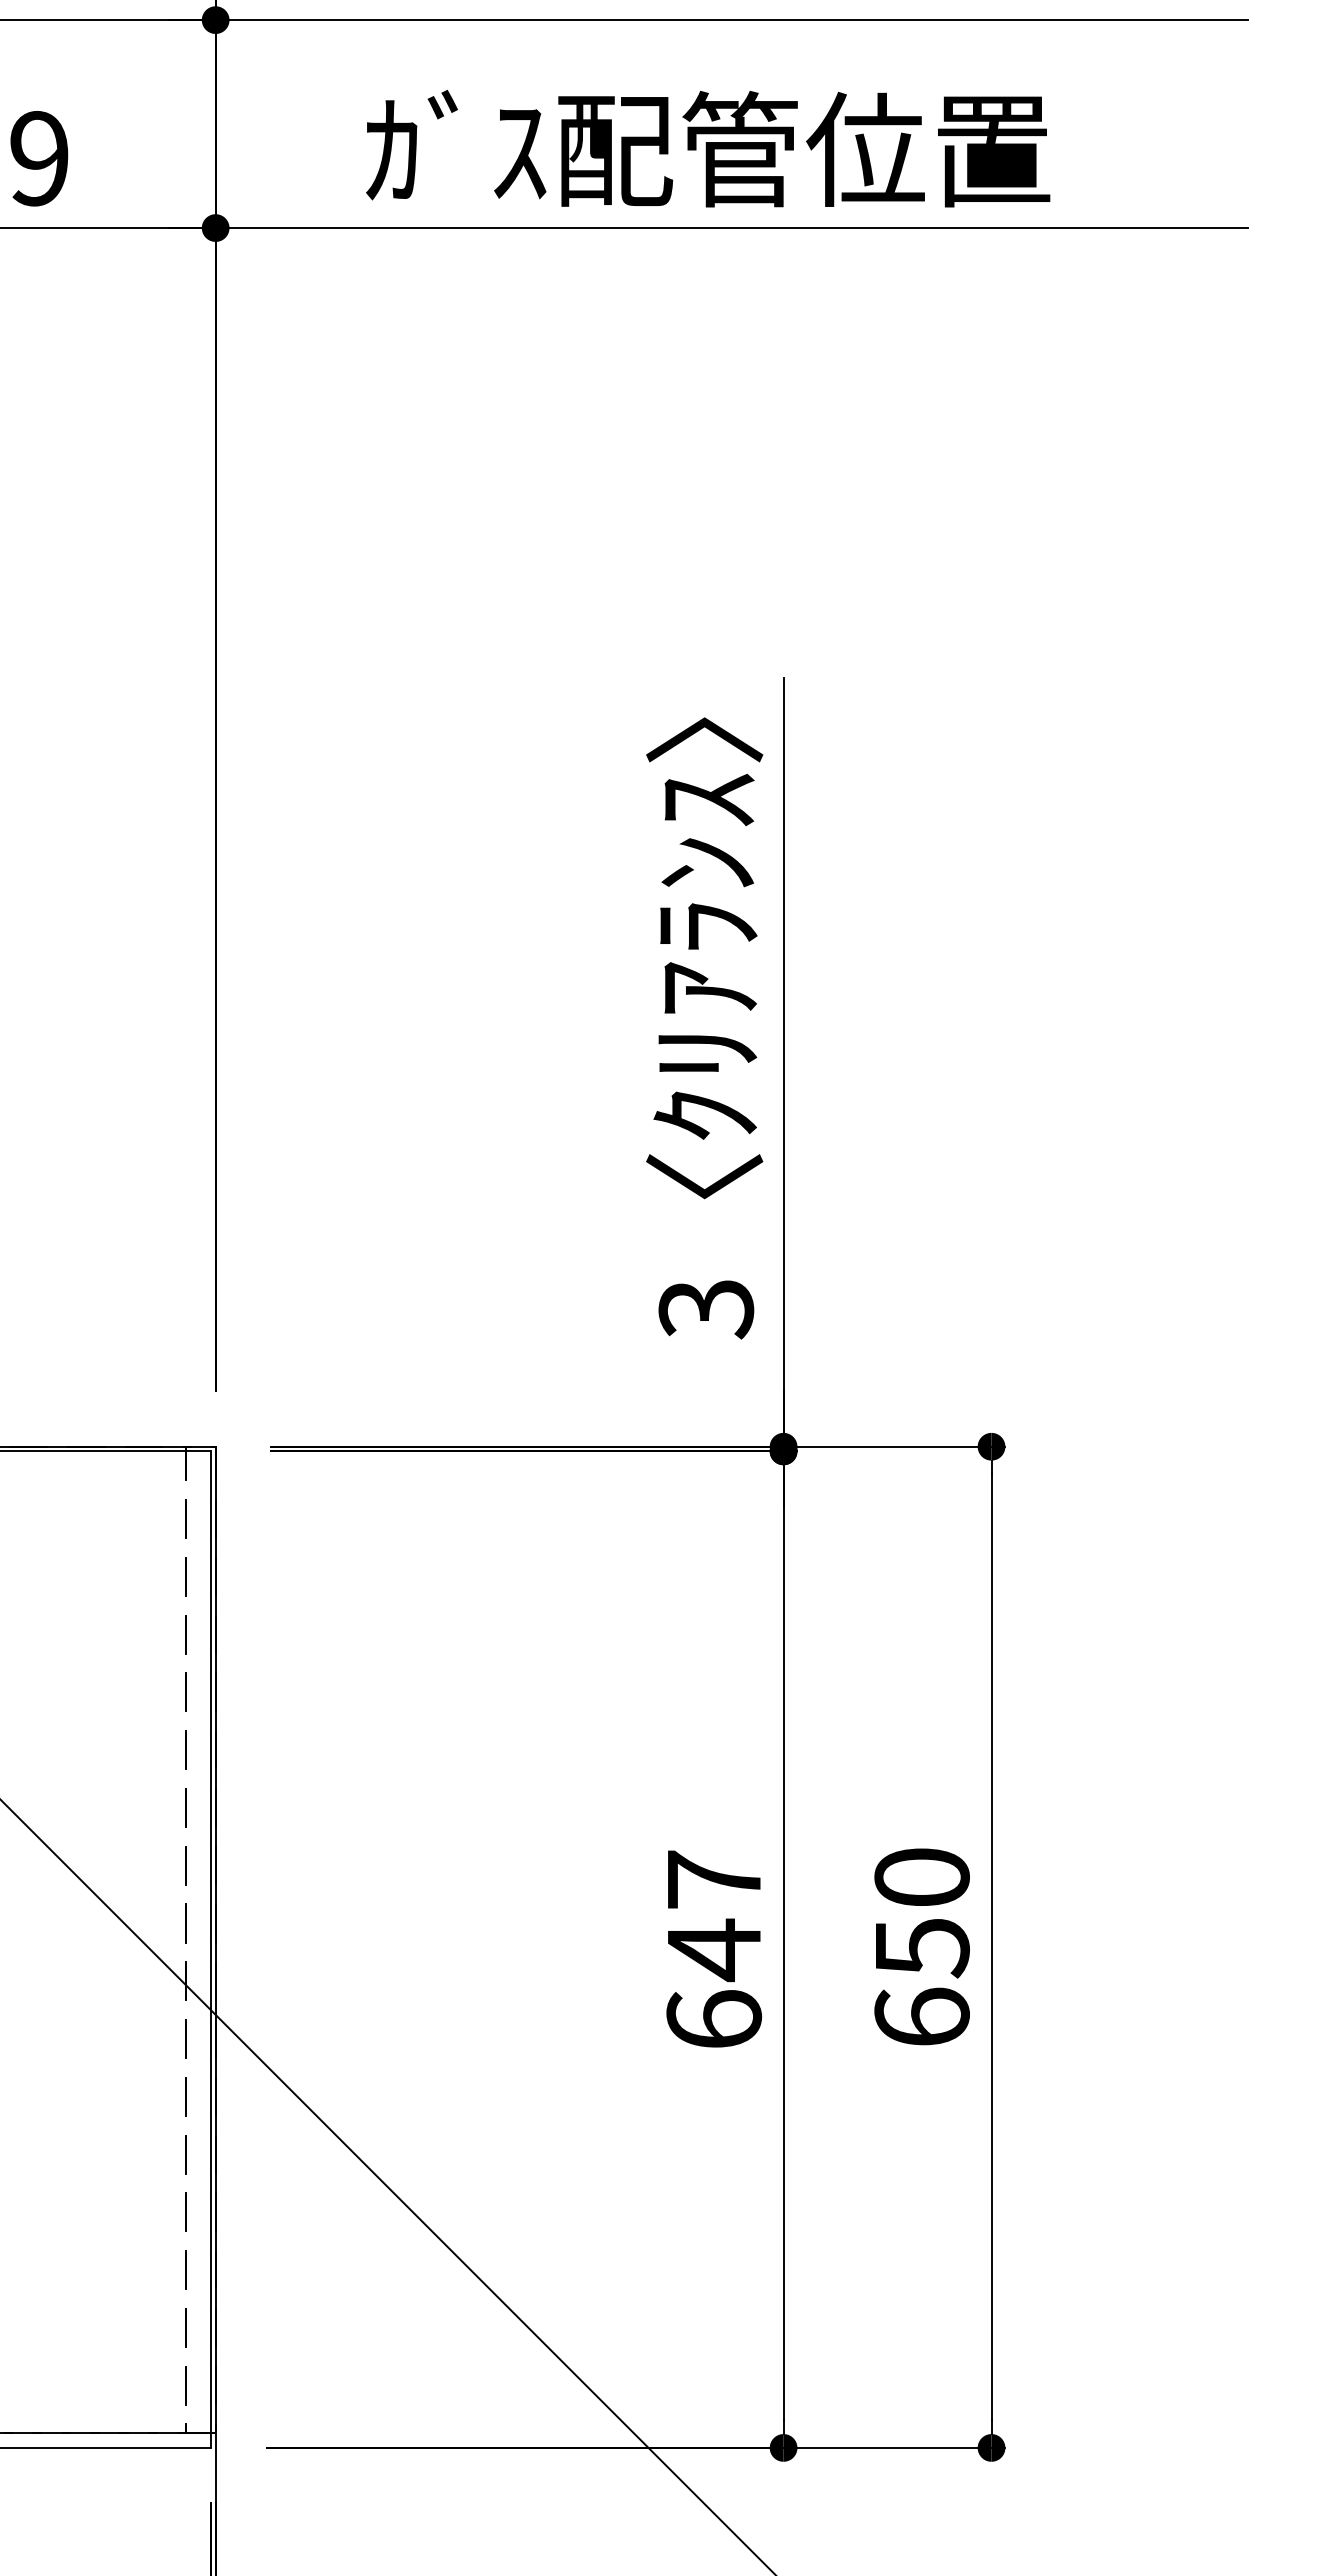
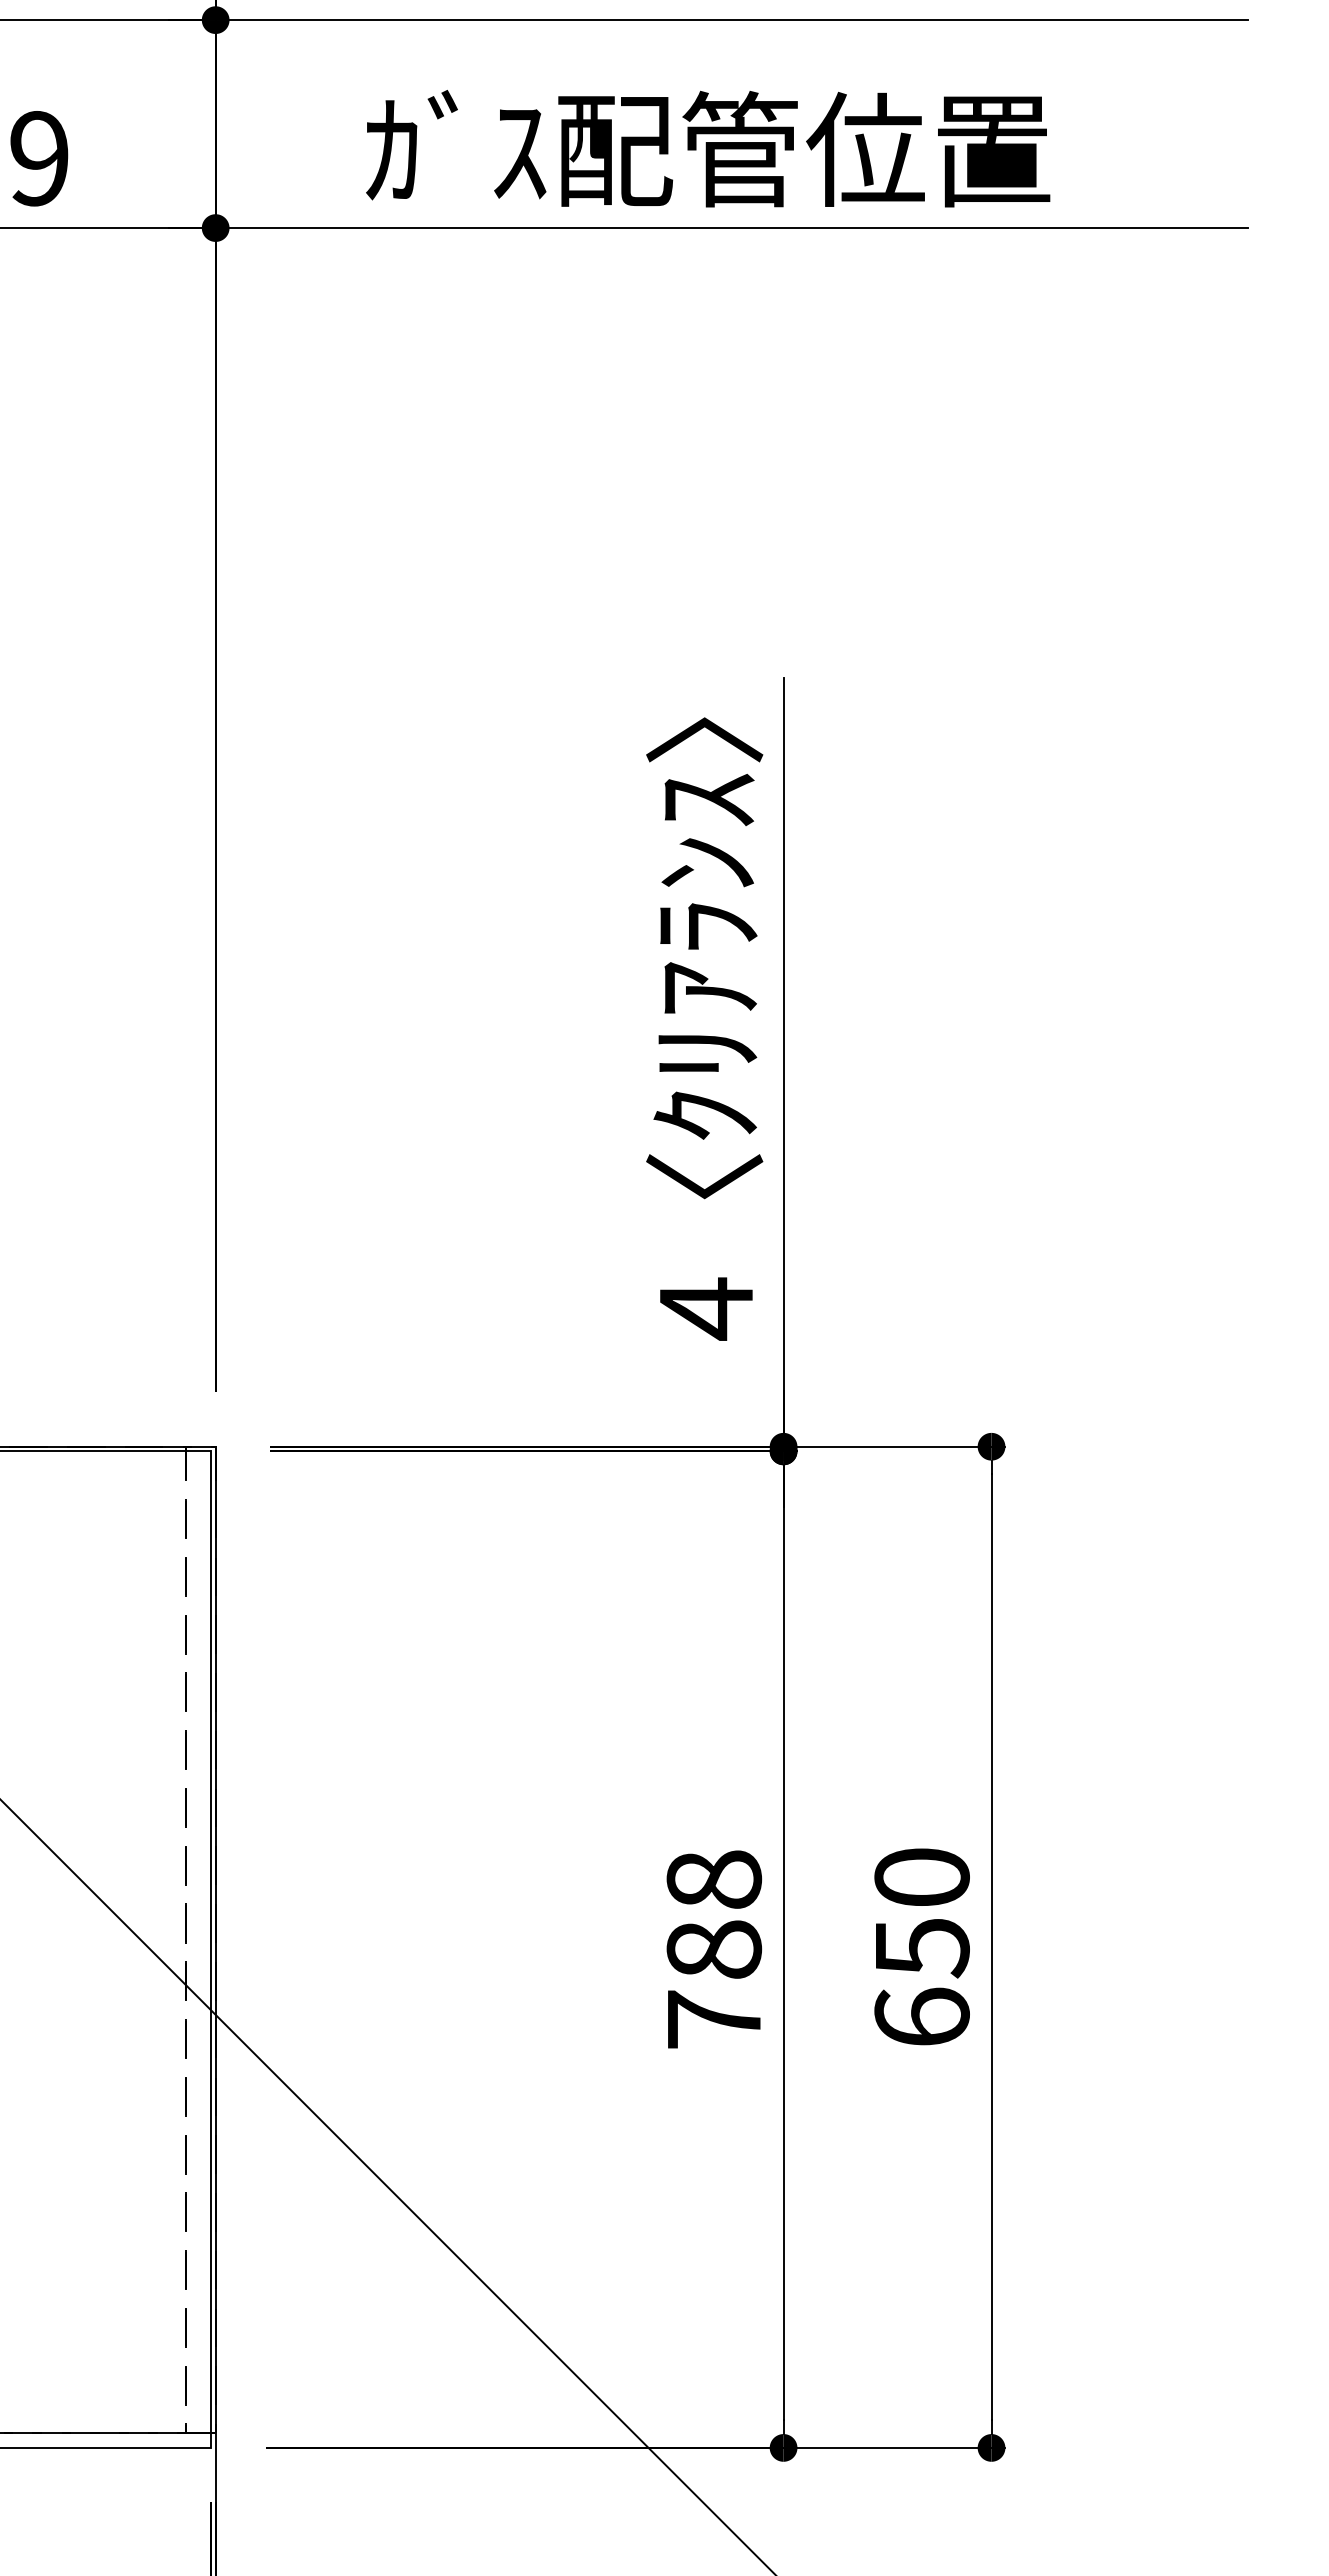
text at (706, 1308): 3 -> 4
text at (714, 1949): 647 -> 788
